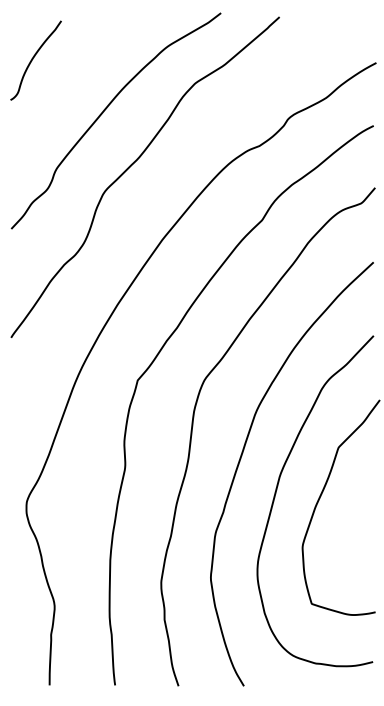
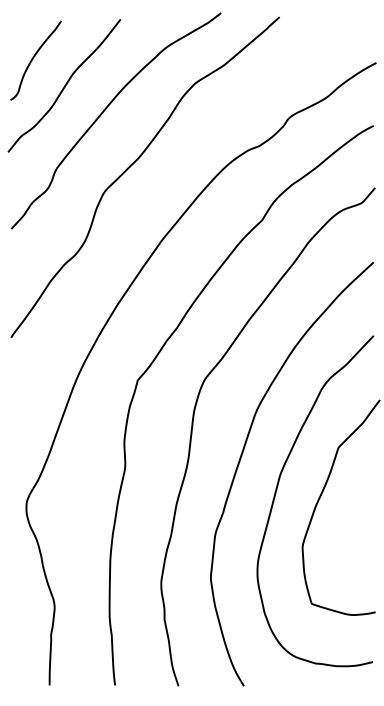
curve at (64, 85): none -> present
